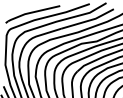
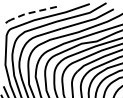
line at (32, 12): solid -> dashed
